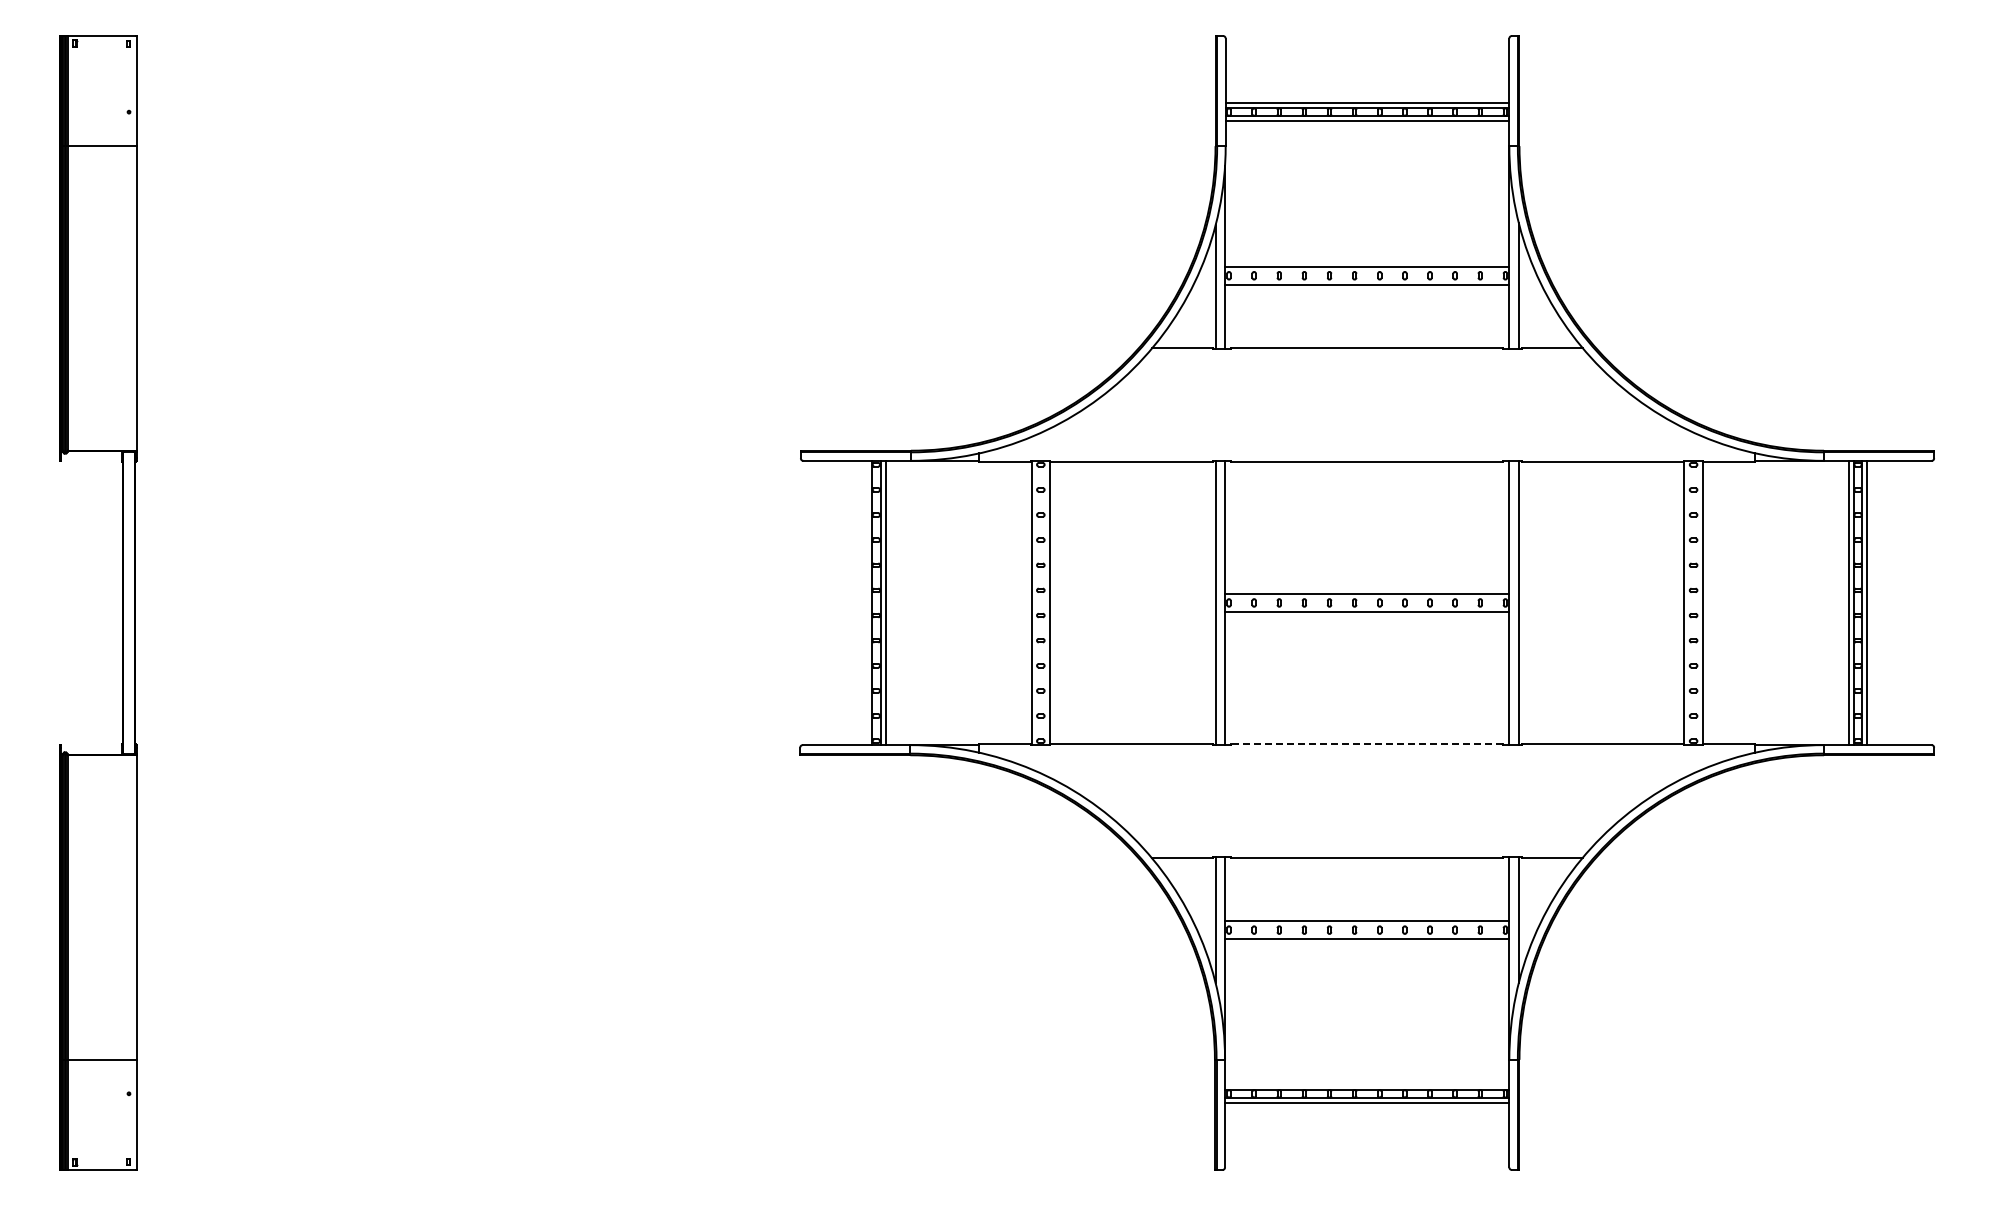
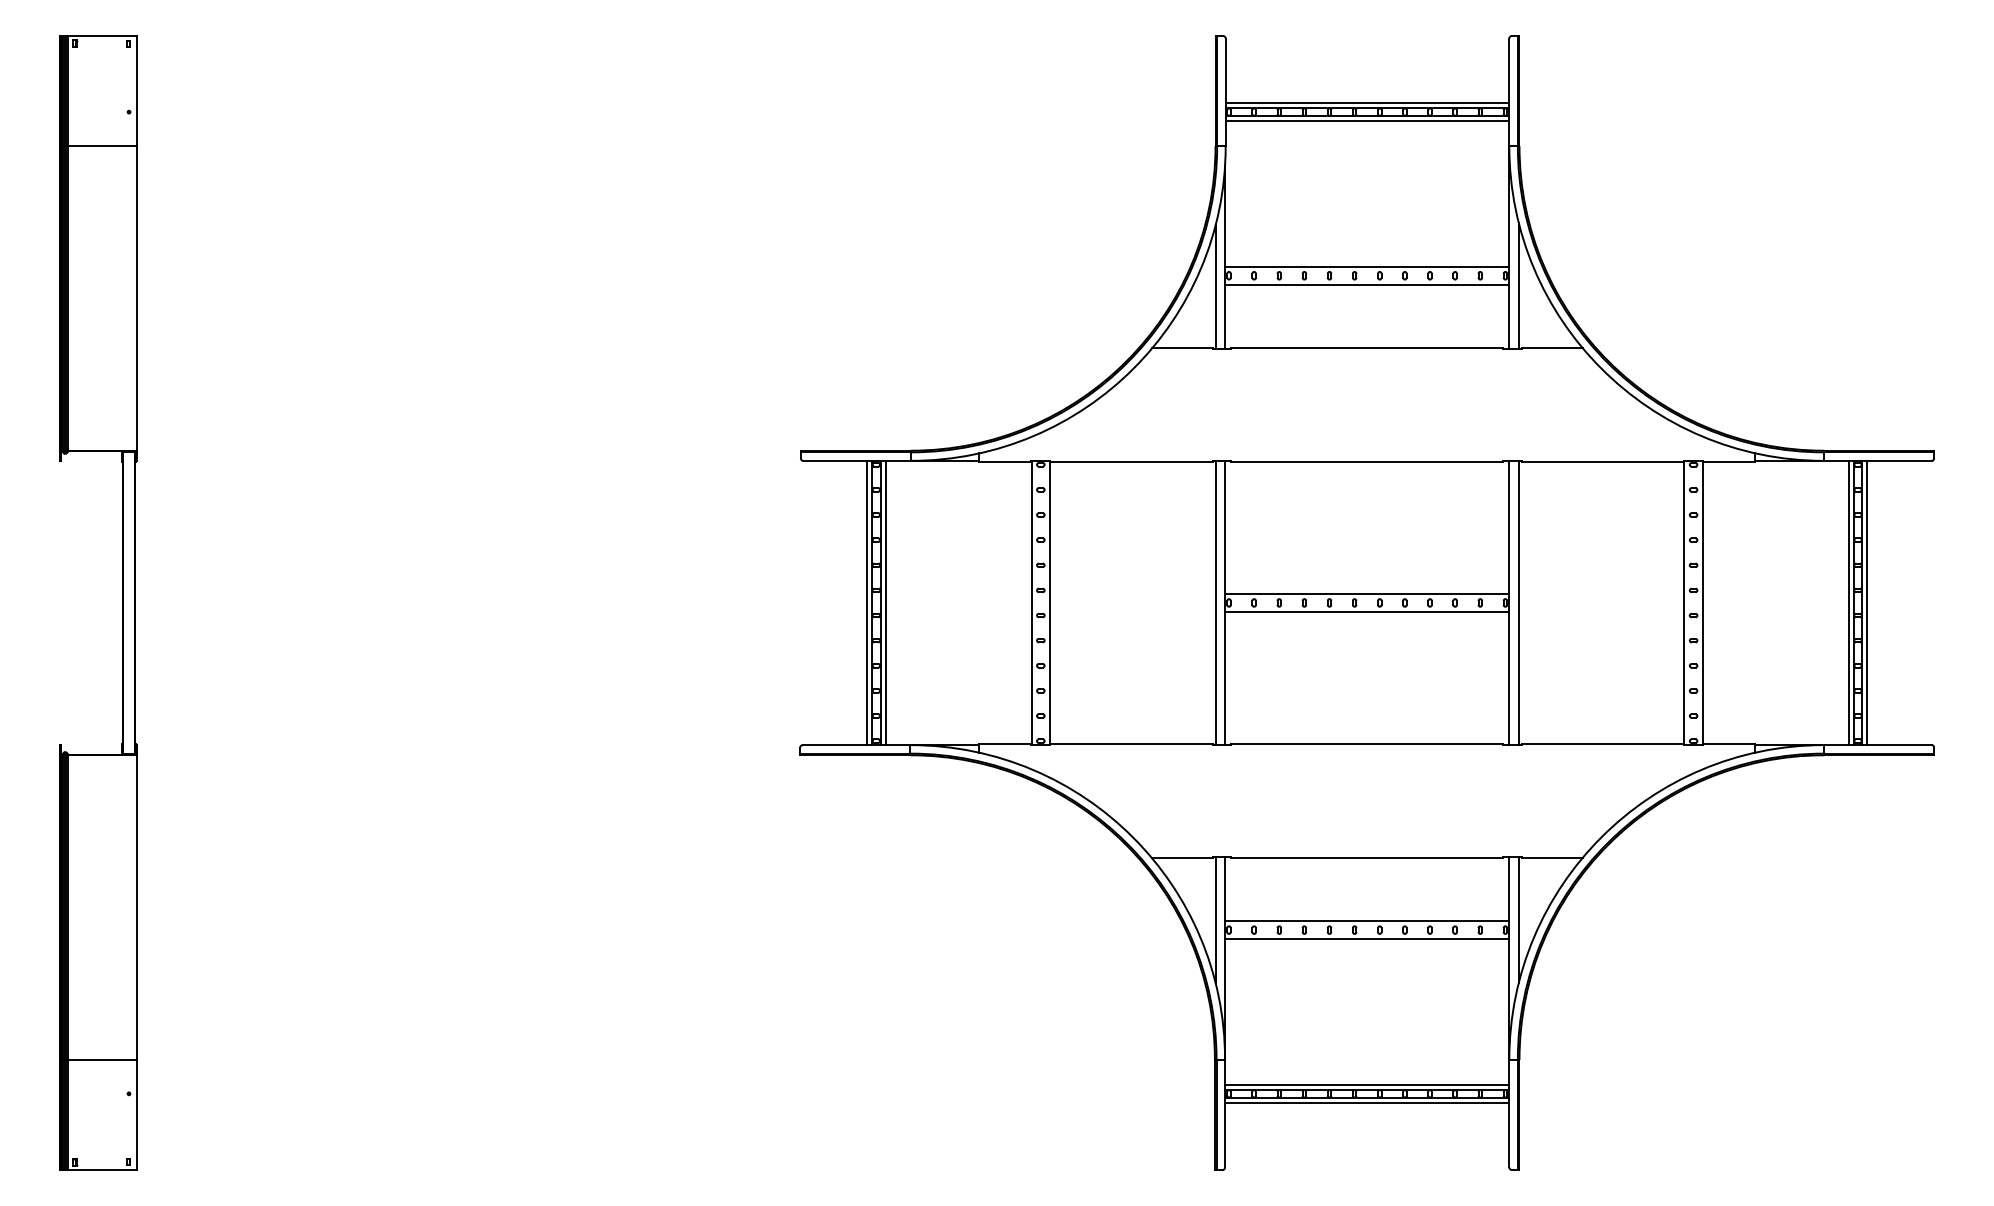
line at (867, 602): none -> present
line at (1367, 744): dashed -> solid
line at (1367, 1084): none -> present
